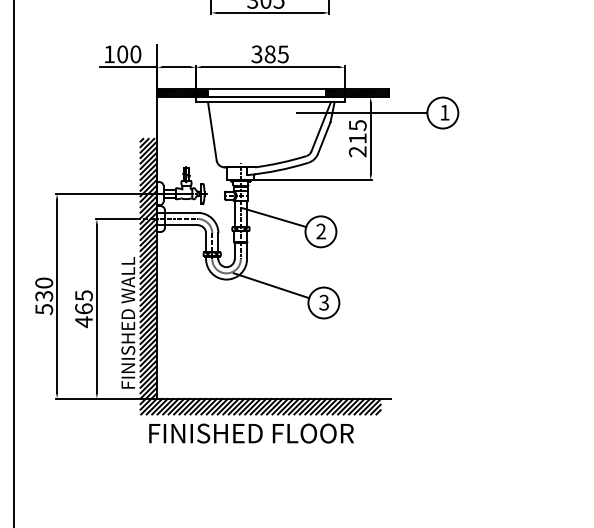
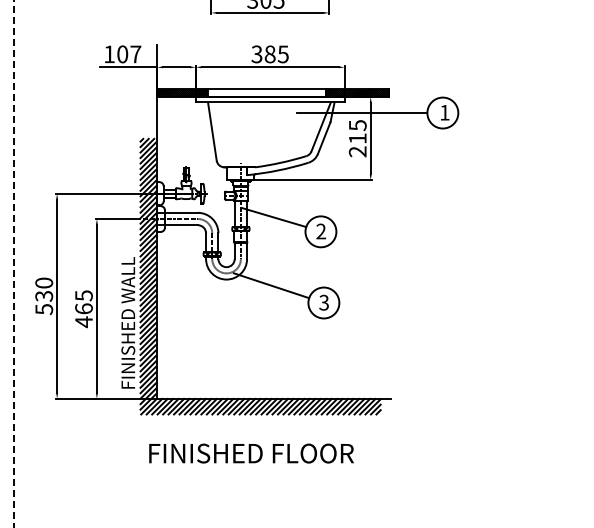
text at (135, 54): 100 -> 107
line at (13, 264): solid -> dashed
text at (251, 433) position: (251, 433) -> (251, 453)
